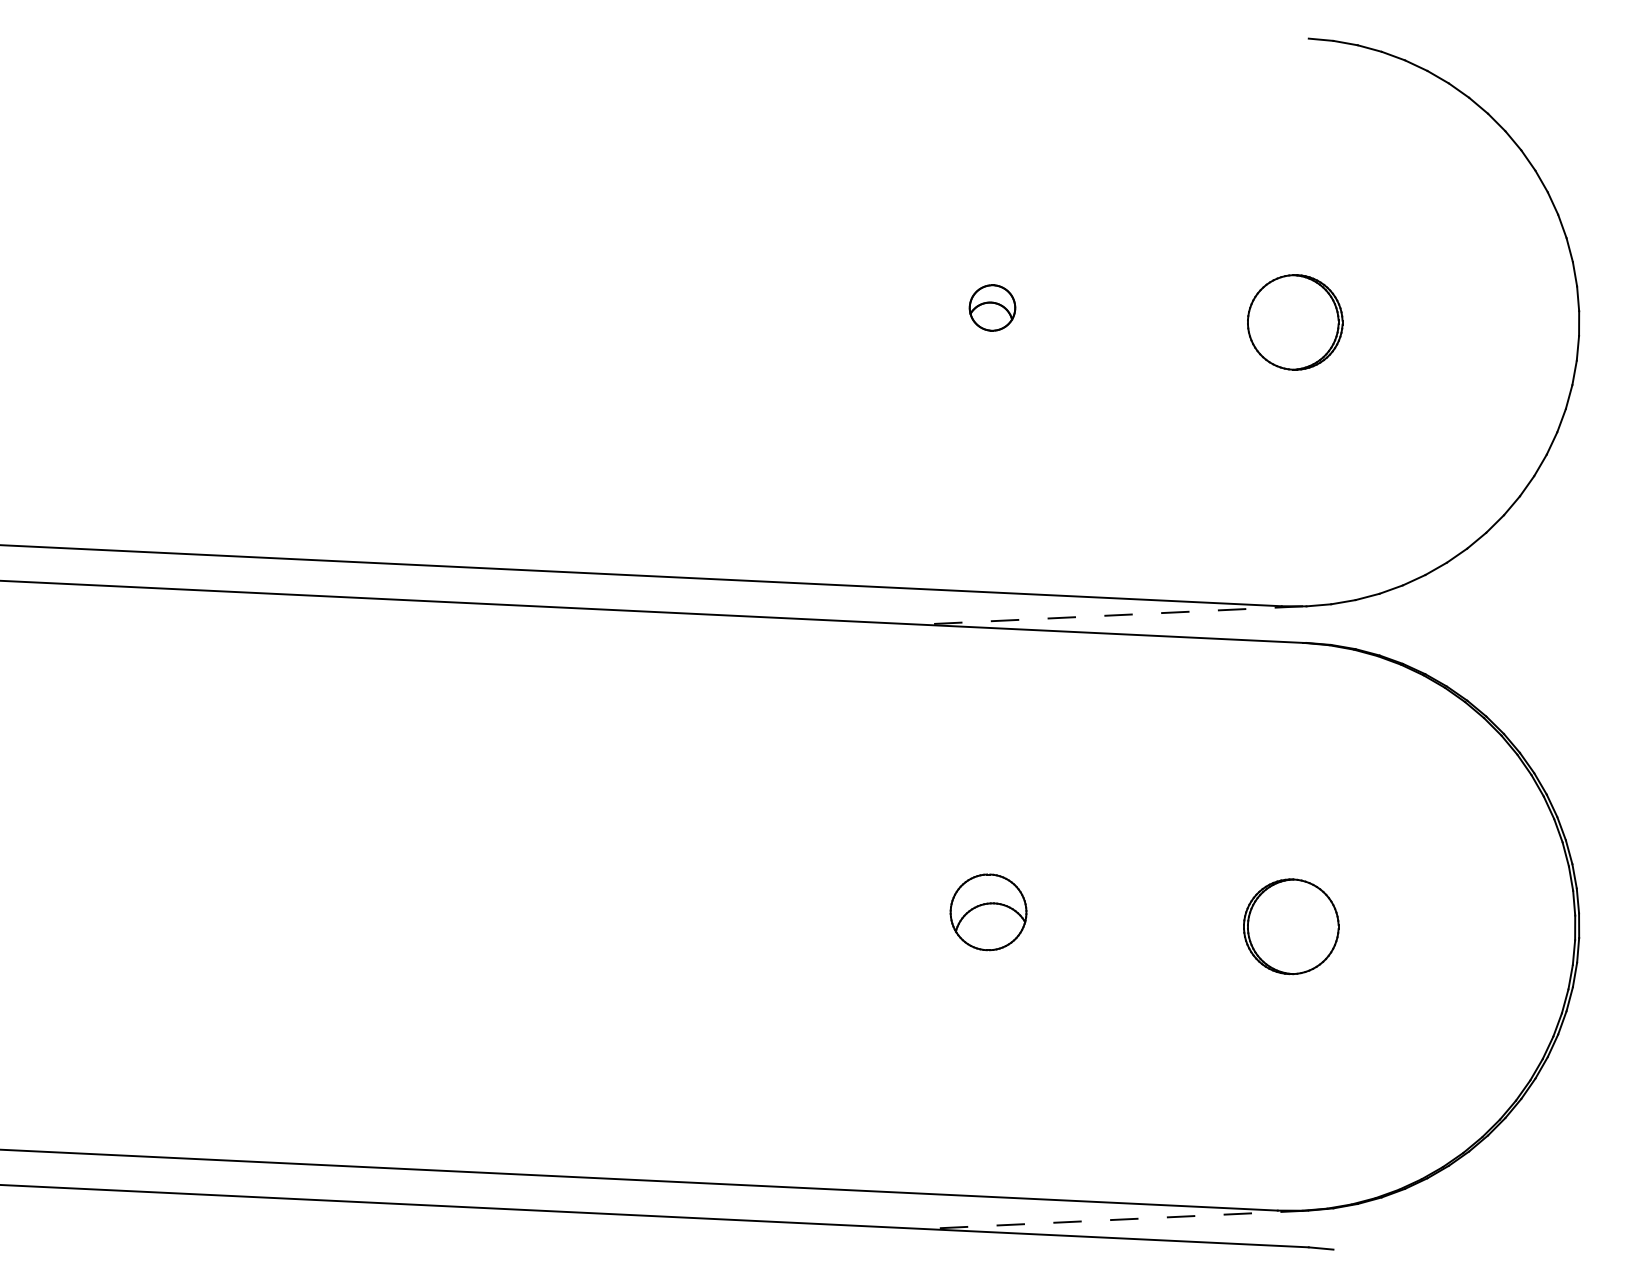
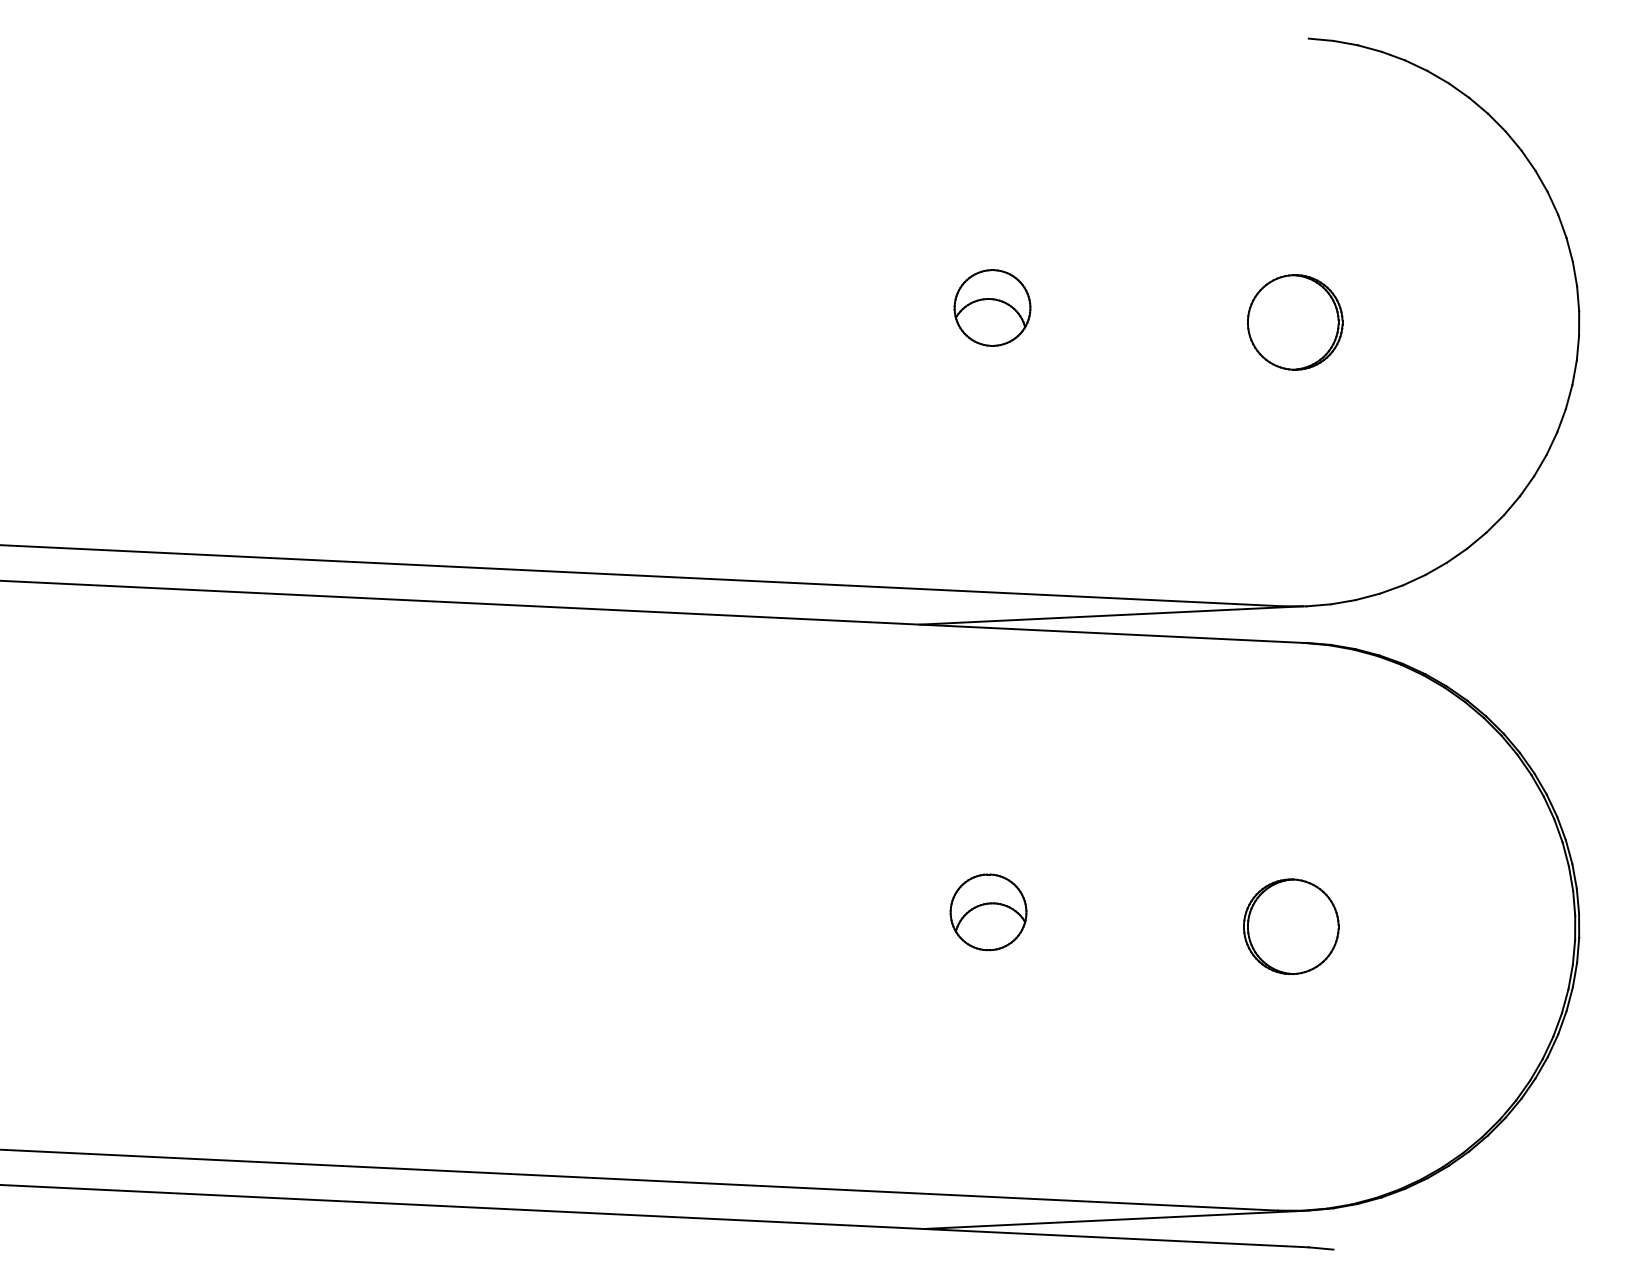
part at (992, 307) size: 49x48 px -> 79x78 px
line at (1111, 615): dashed -> solid
line at (1116, 1219): dashed -> solid
